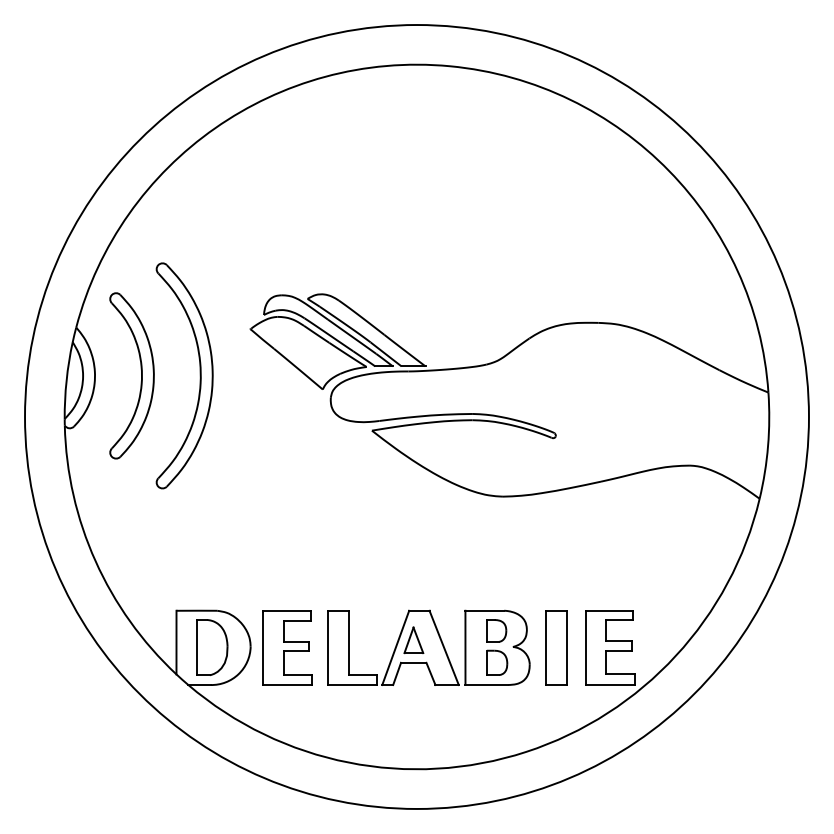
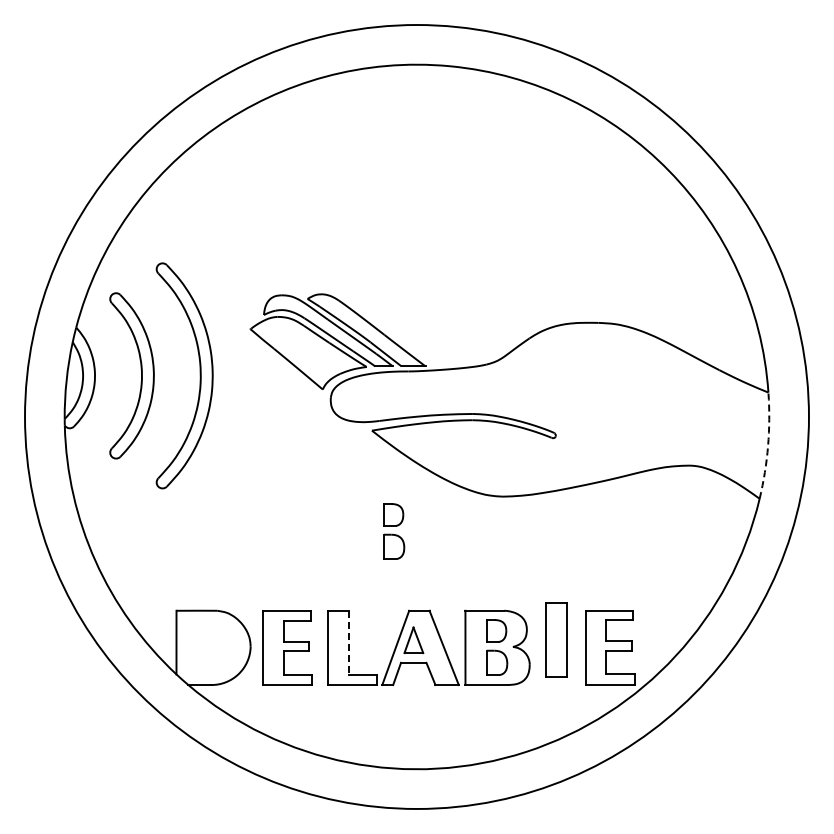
arc at (768, 446): solid -> dashed
part at (394, 531): none -> present
line at (349, 642): solid -> dashed
part at (212, 647): present -> none
part at (556, 647) position: (556, 647) -> (556, 639)
